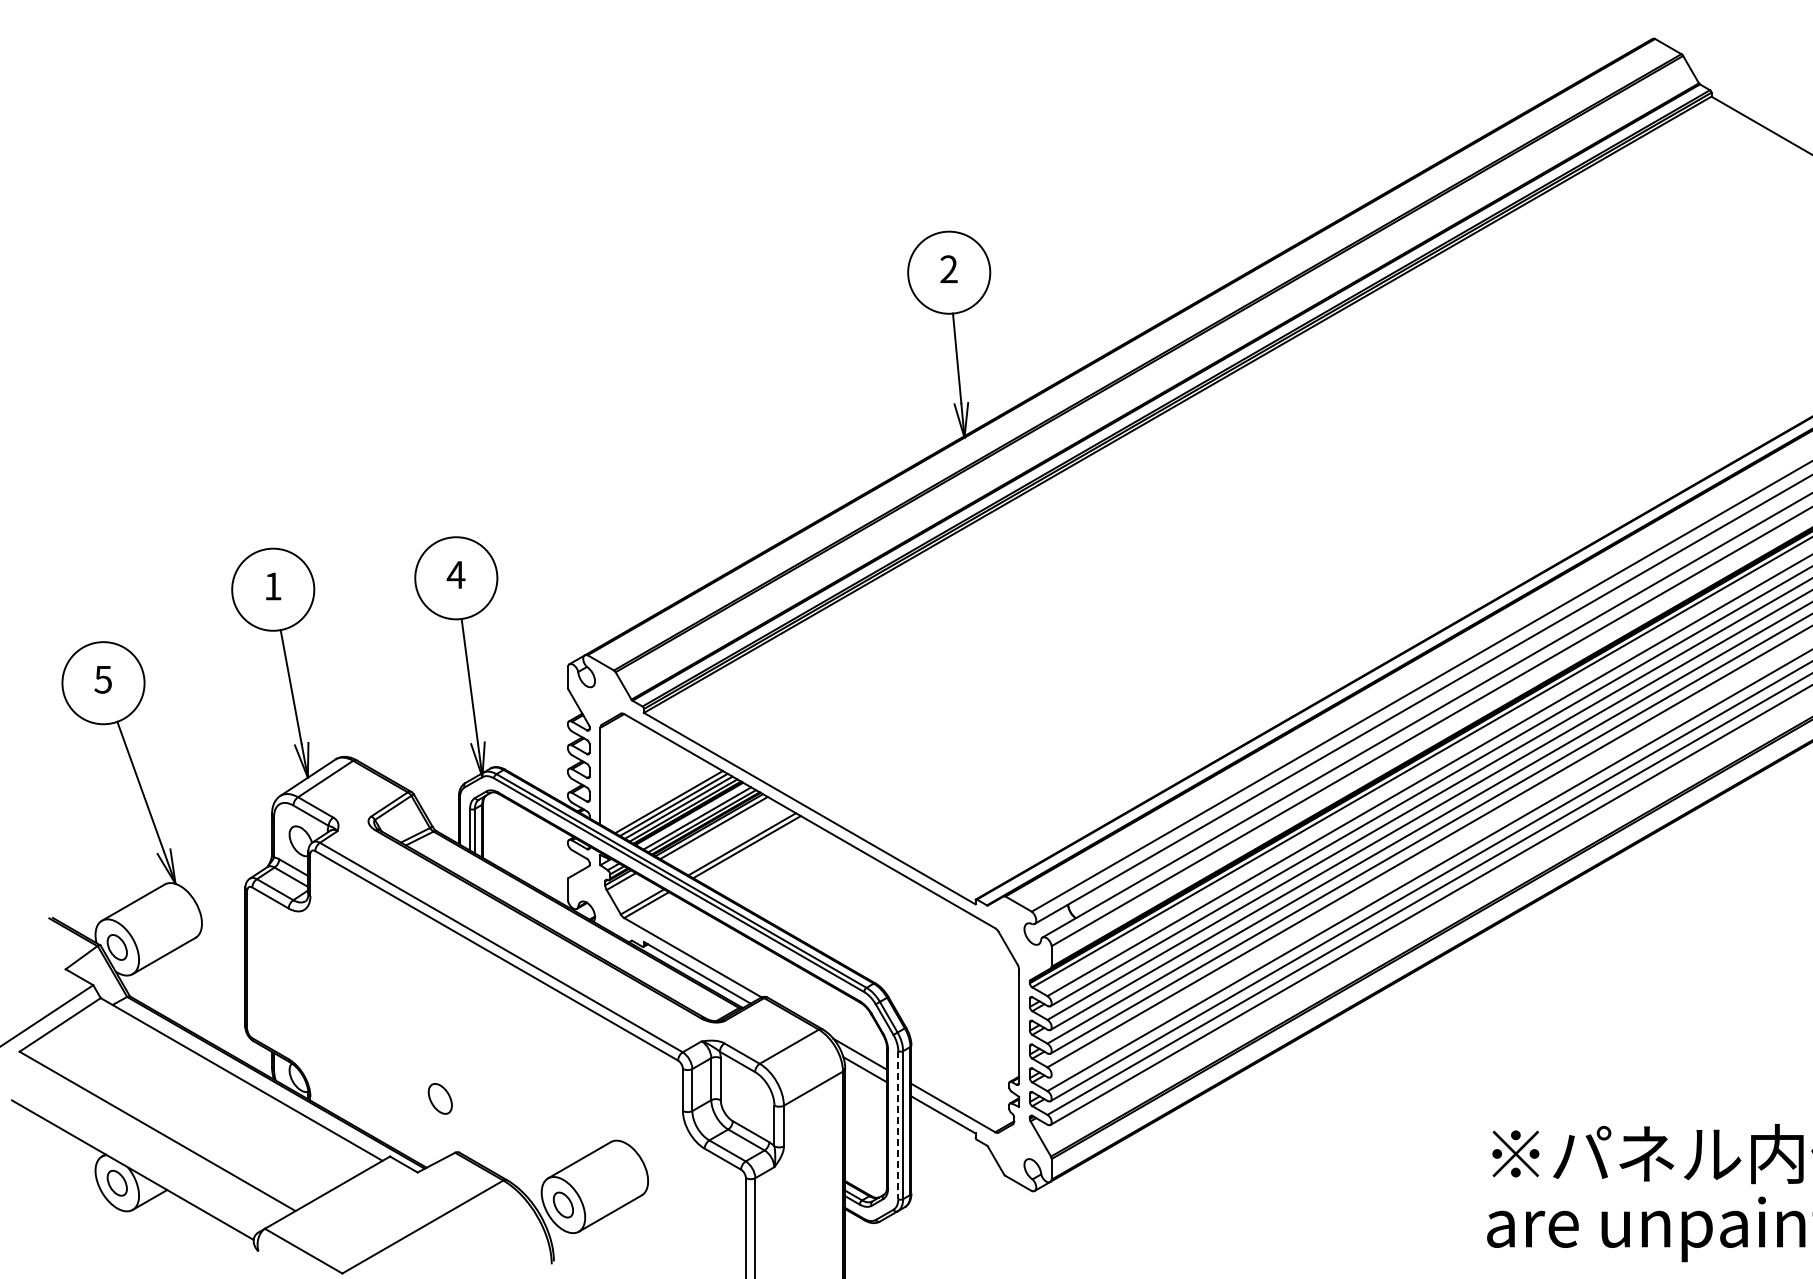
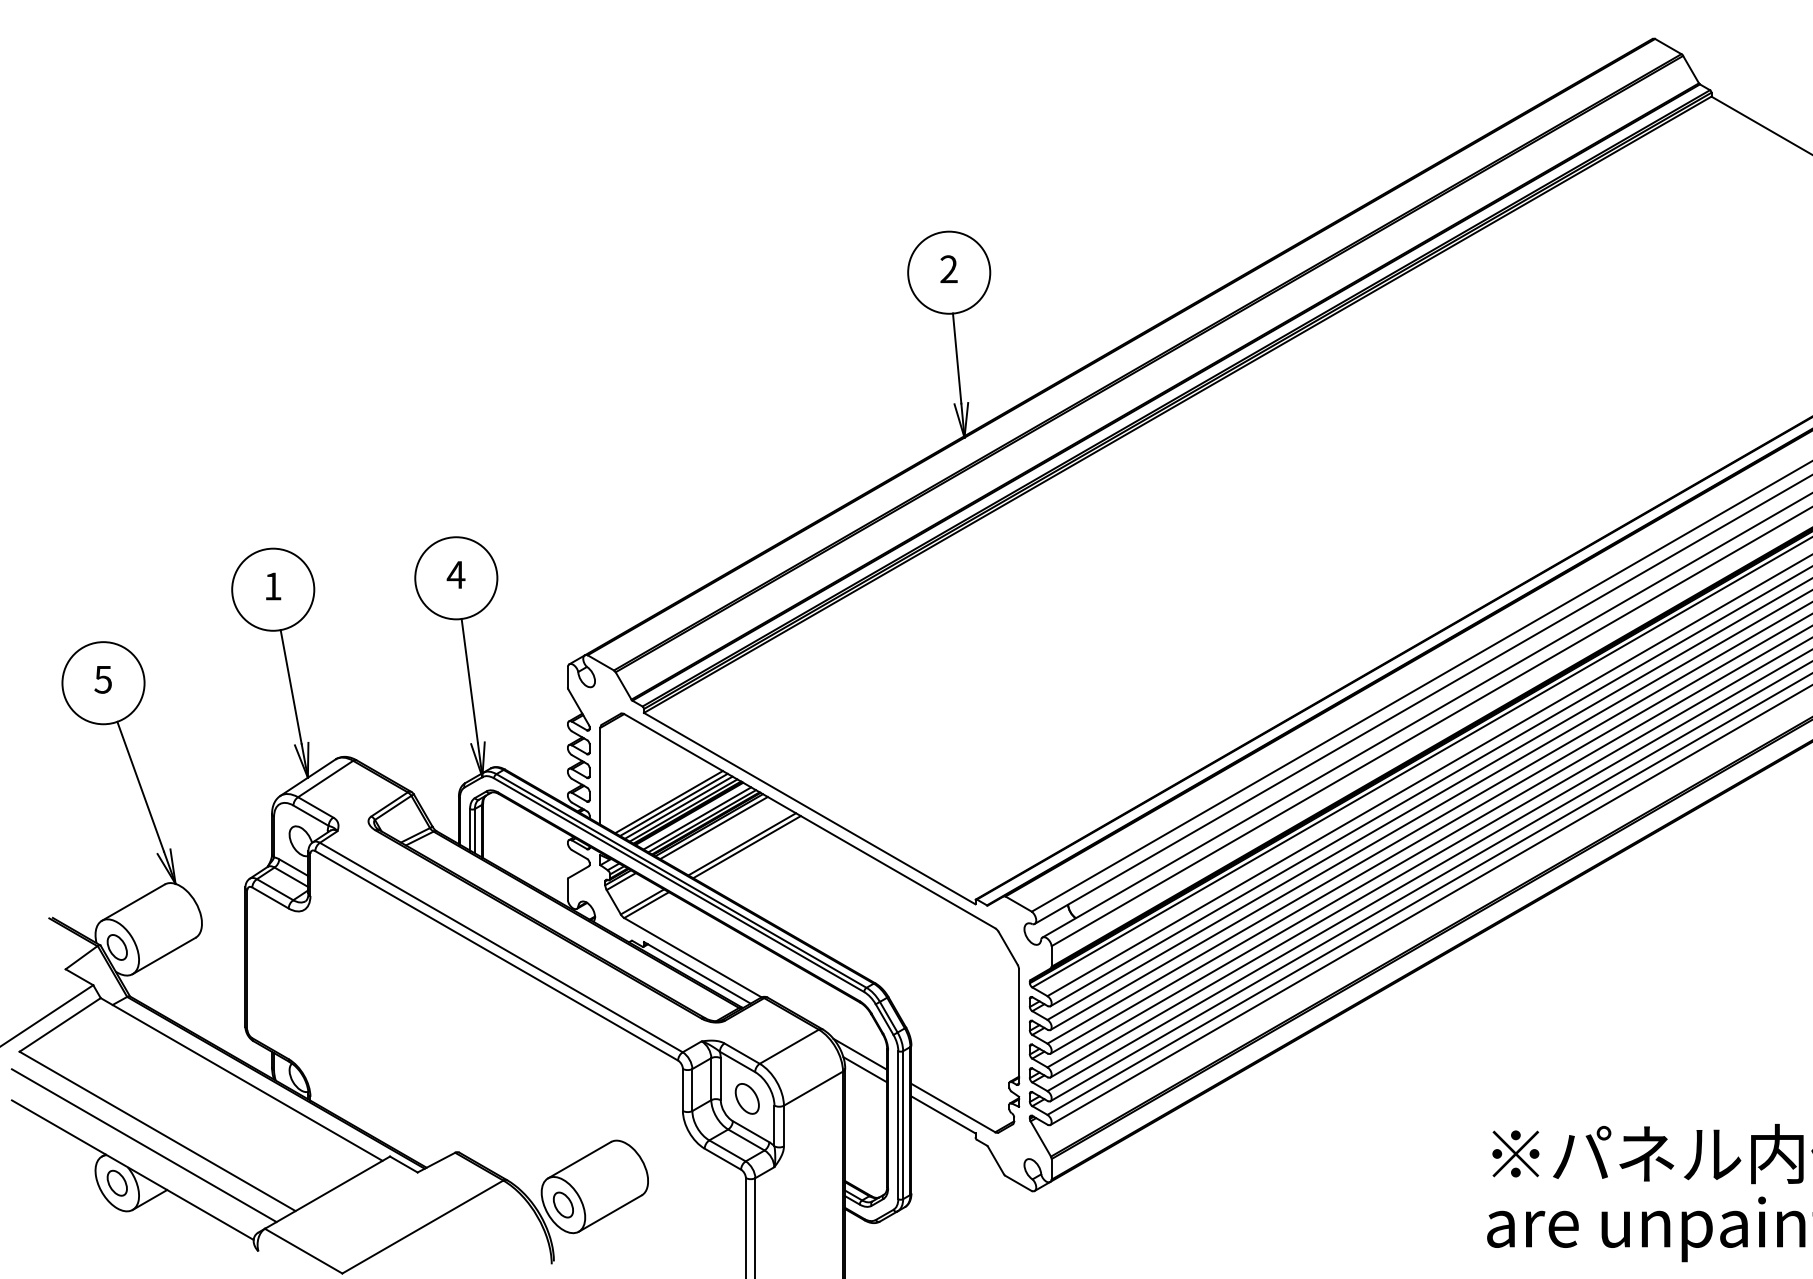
line at (1429, 858): none -> present
part at (439, 1098) position: (439, 1098) -> (746, 1098)
line at (898, 1125): dashed -> solid
line at (143, 1145): none -> present
